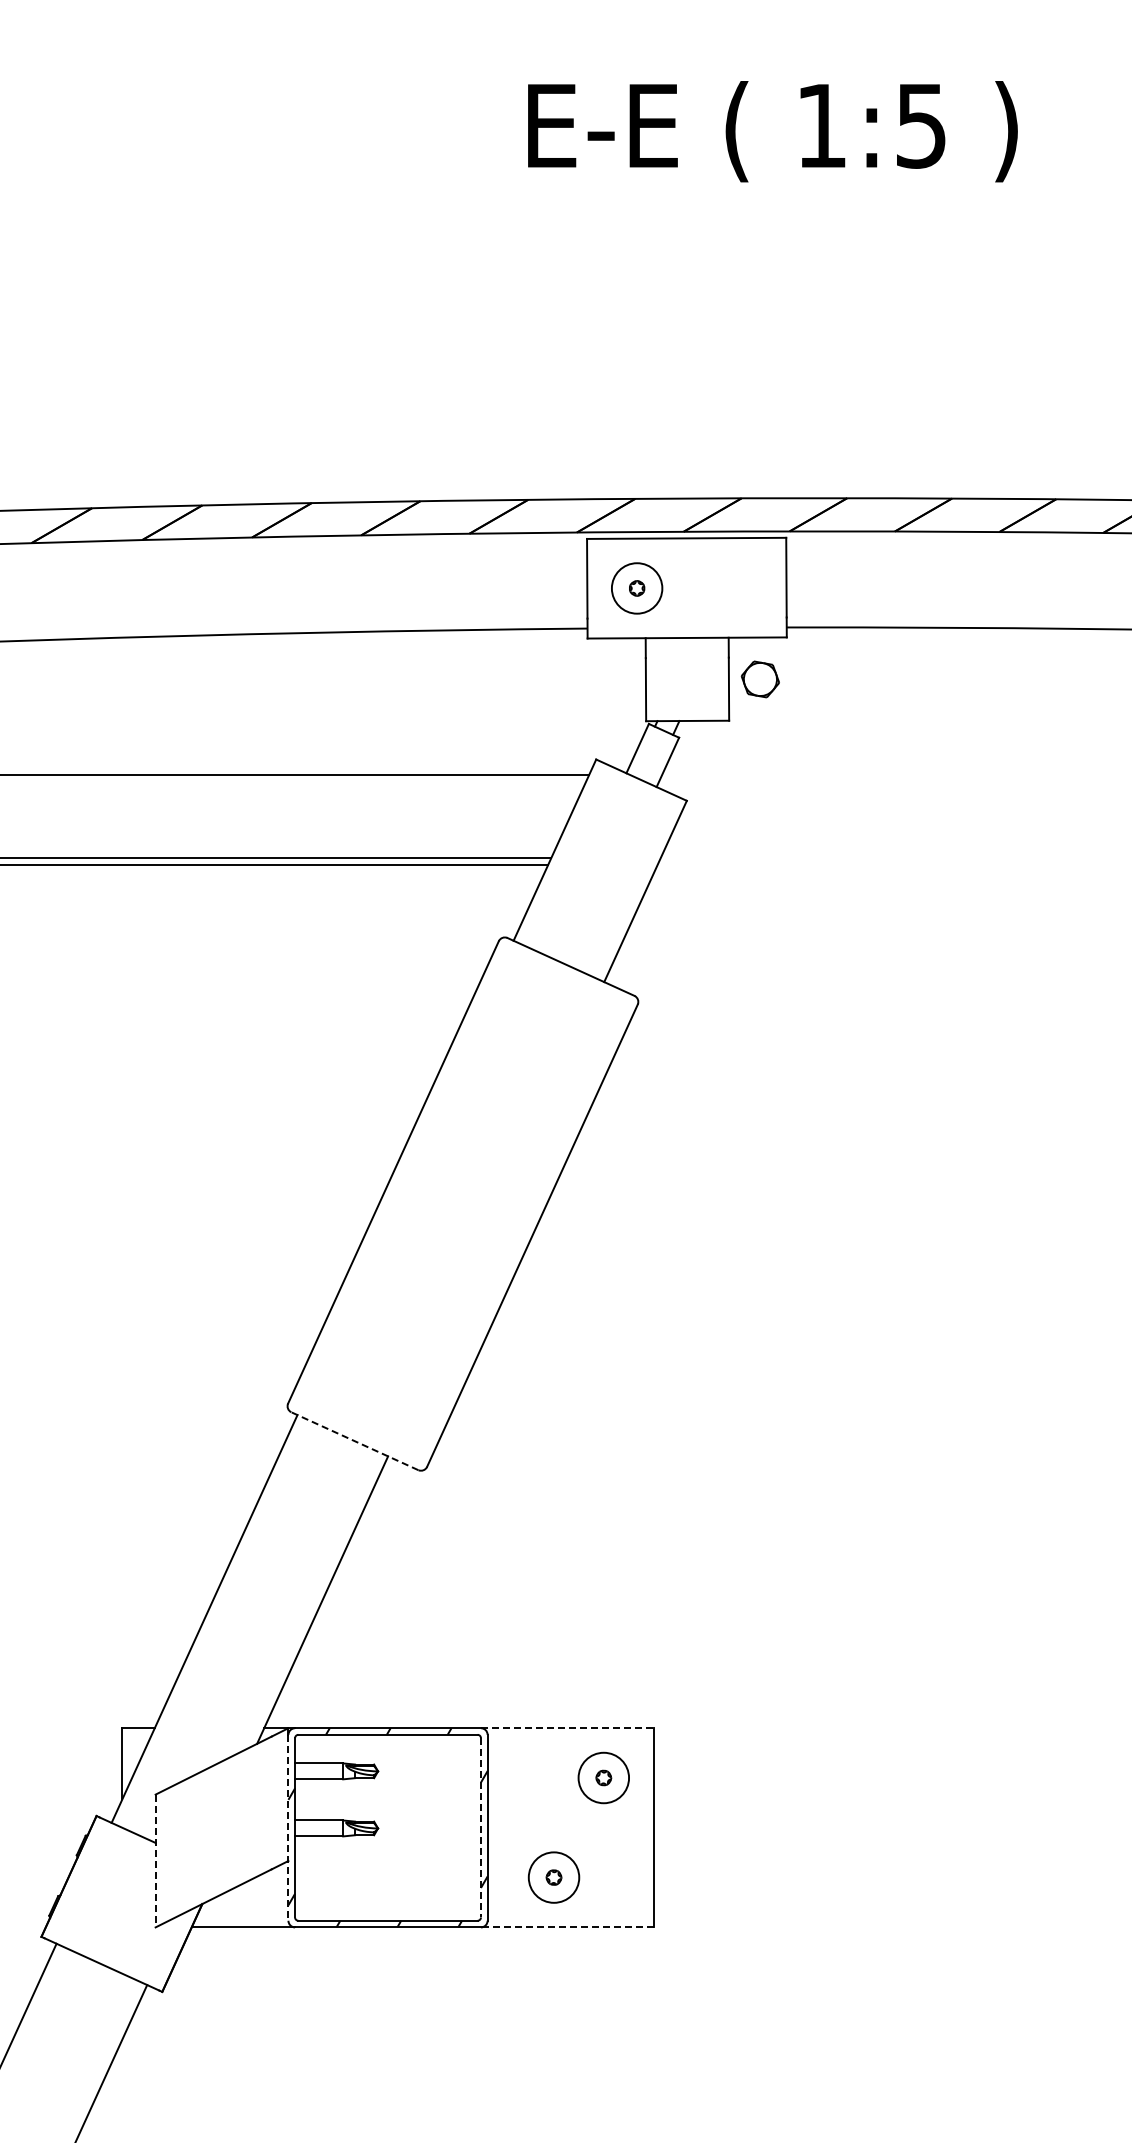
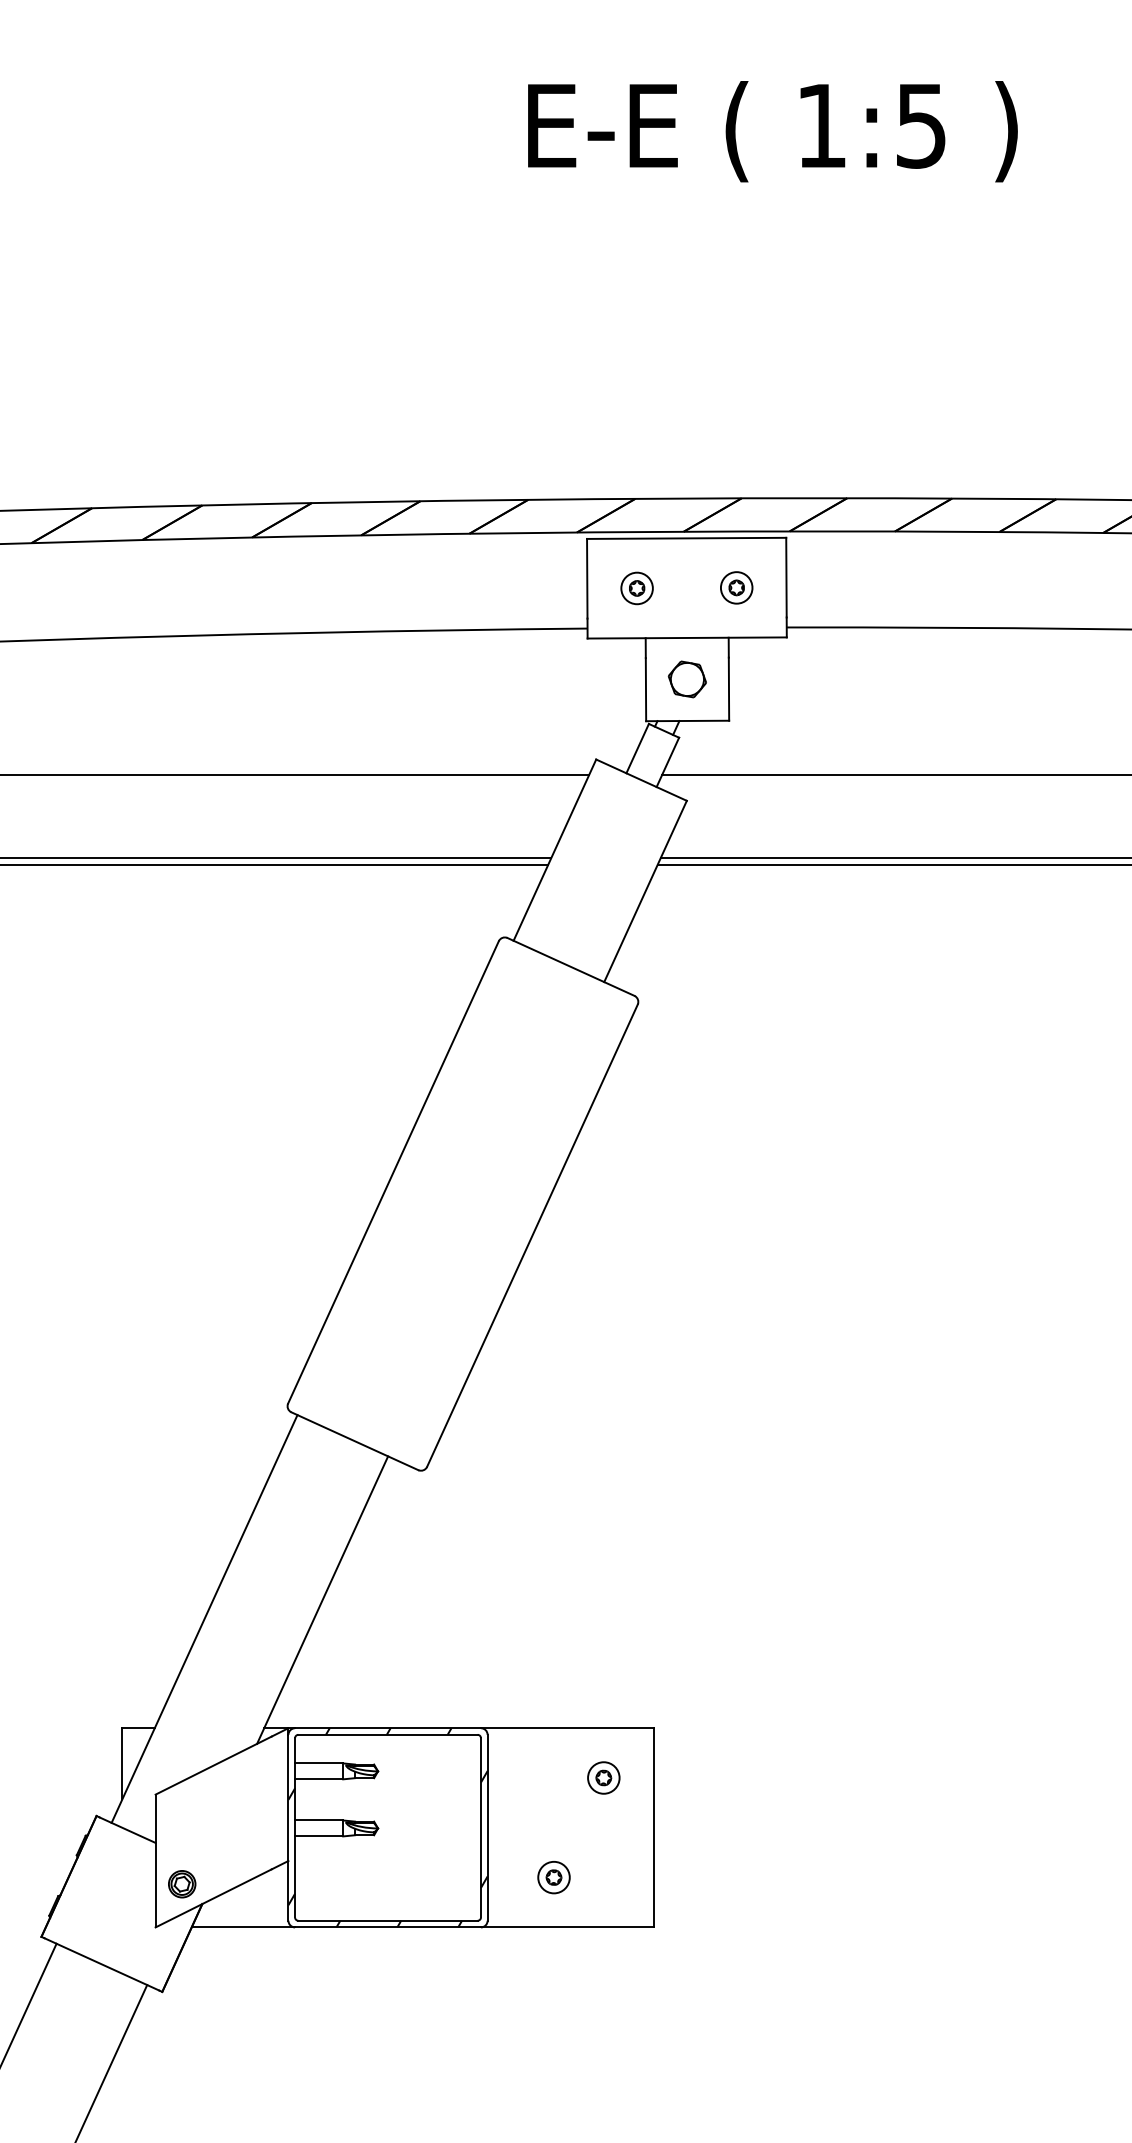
part at (736, 587): none -> present
circle at (636, 588) diameter: 50 px -> 32 px
part at (759, 679) position: (759, 679) -> (686, 679)
line at (894, 775): none -> present
line at (894, 858): none -> present
line at (892, 865): none -> present
line at (354, 1441): dashed -> solid
line at (567, 1728): dashed -> solid
circle at (603, 1777) diameter: 50 px -> 32 px
line at (288, 1827): dashed -> solid
line at (480, 1827): dashed -> solid
line at (155, 1861): dashed -> solid
circle at (553, 1877) diameter: 50 px -> 32 px
part at (182, 1884): none -> present
line at (566, 1927): dashed -> solid
